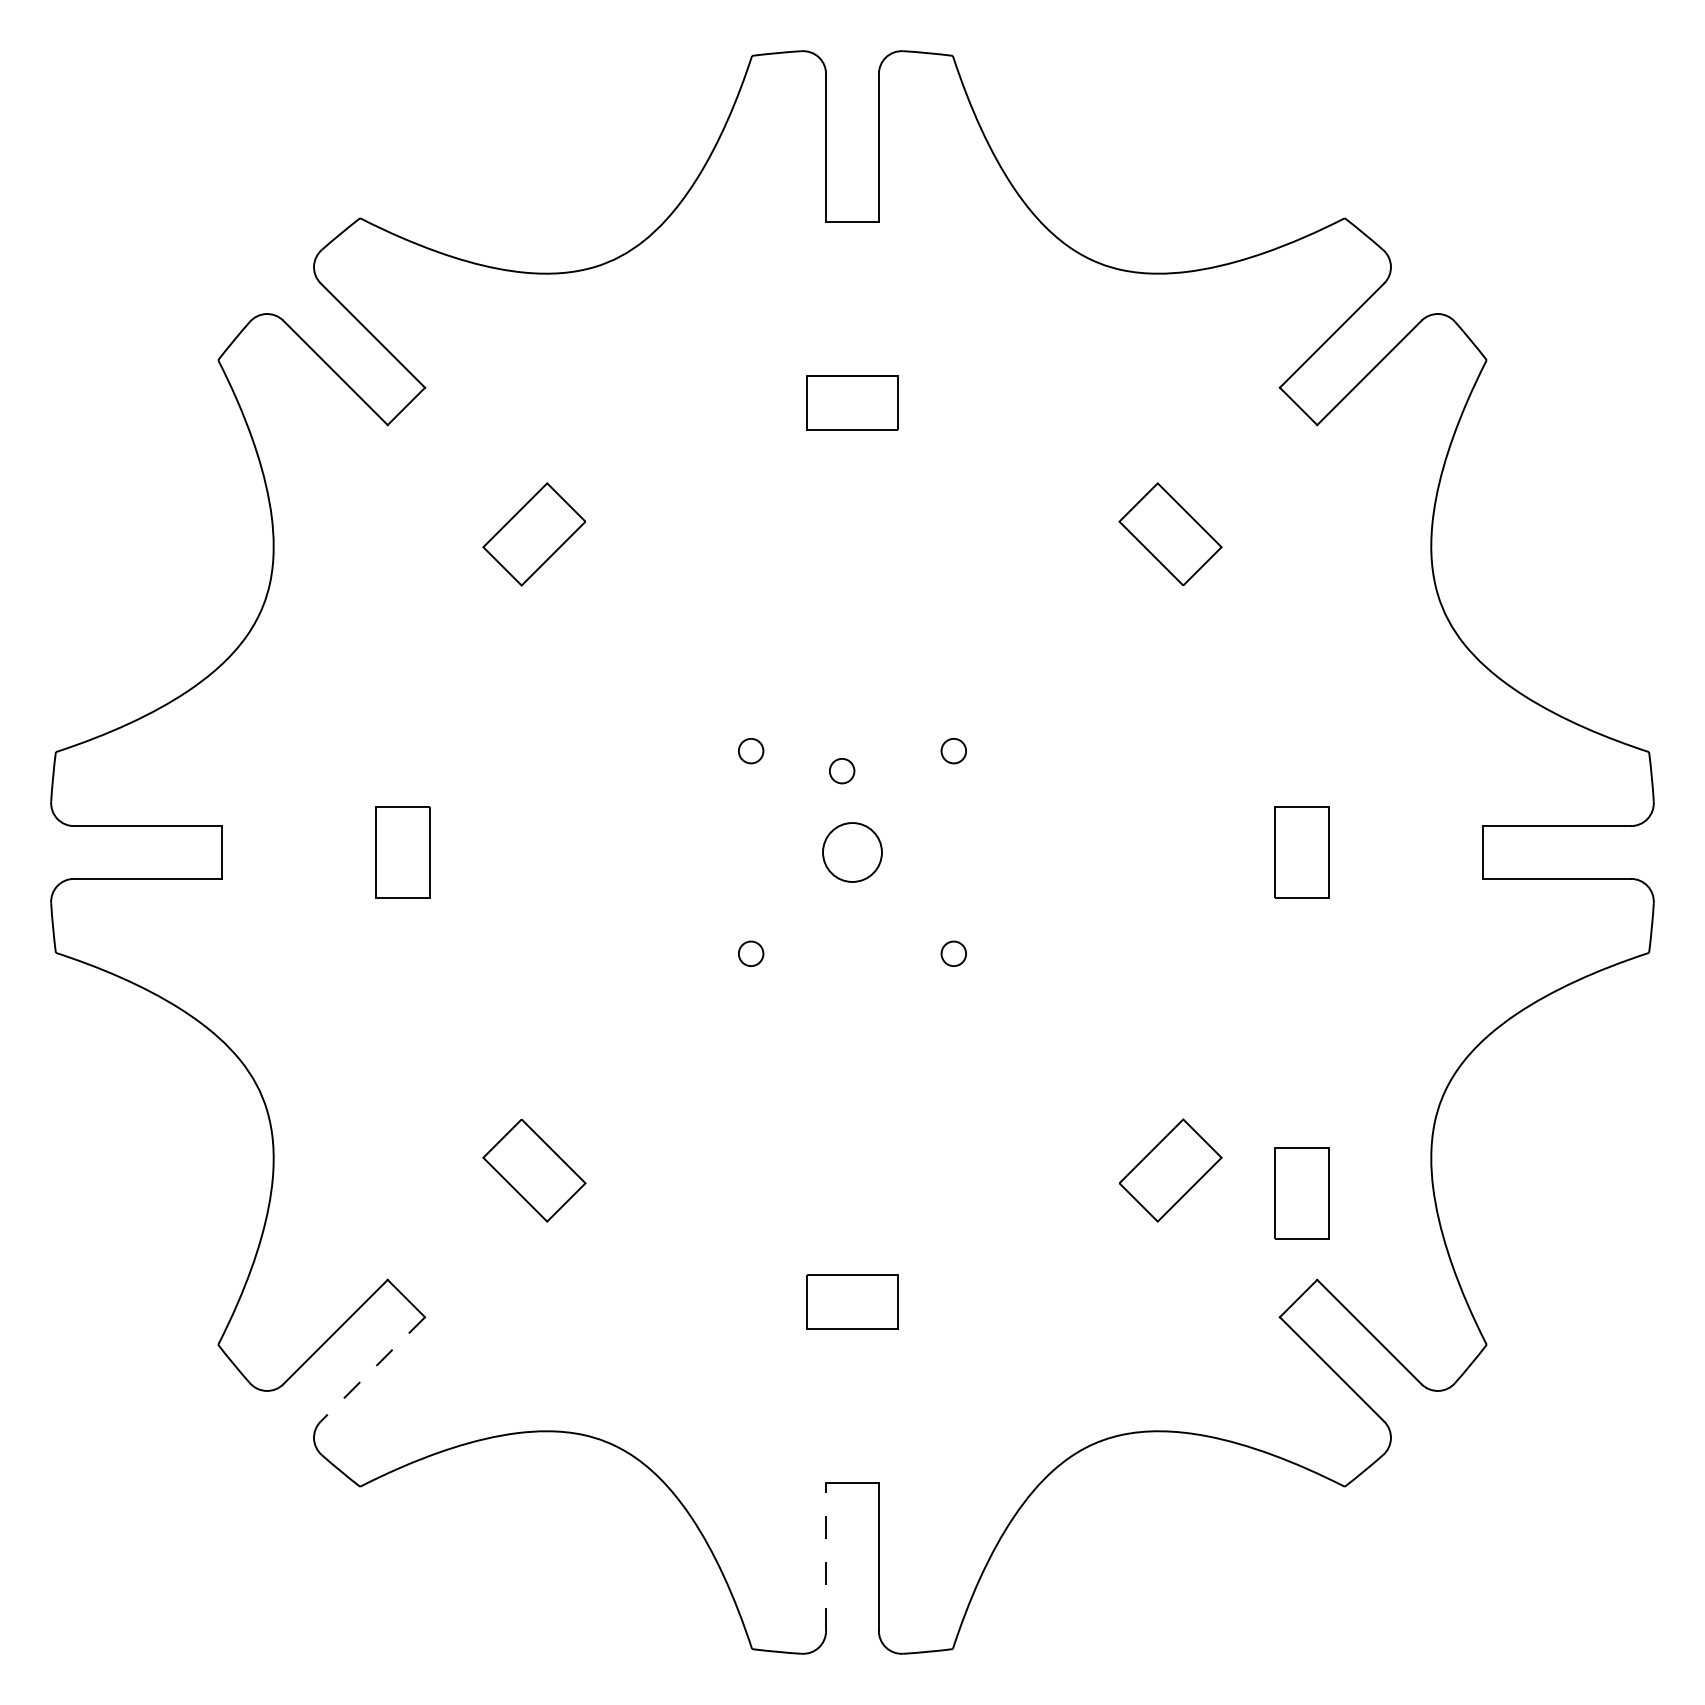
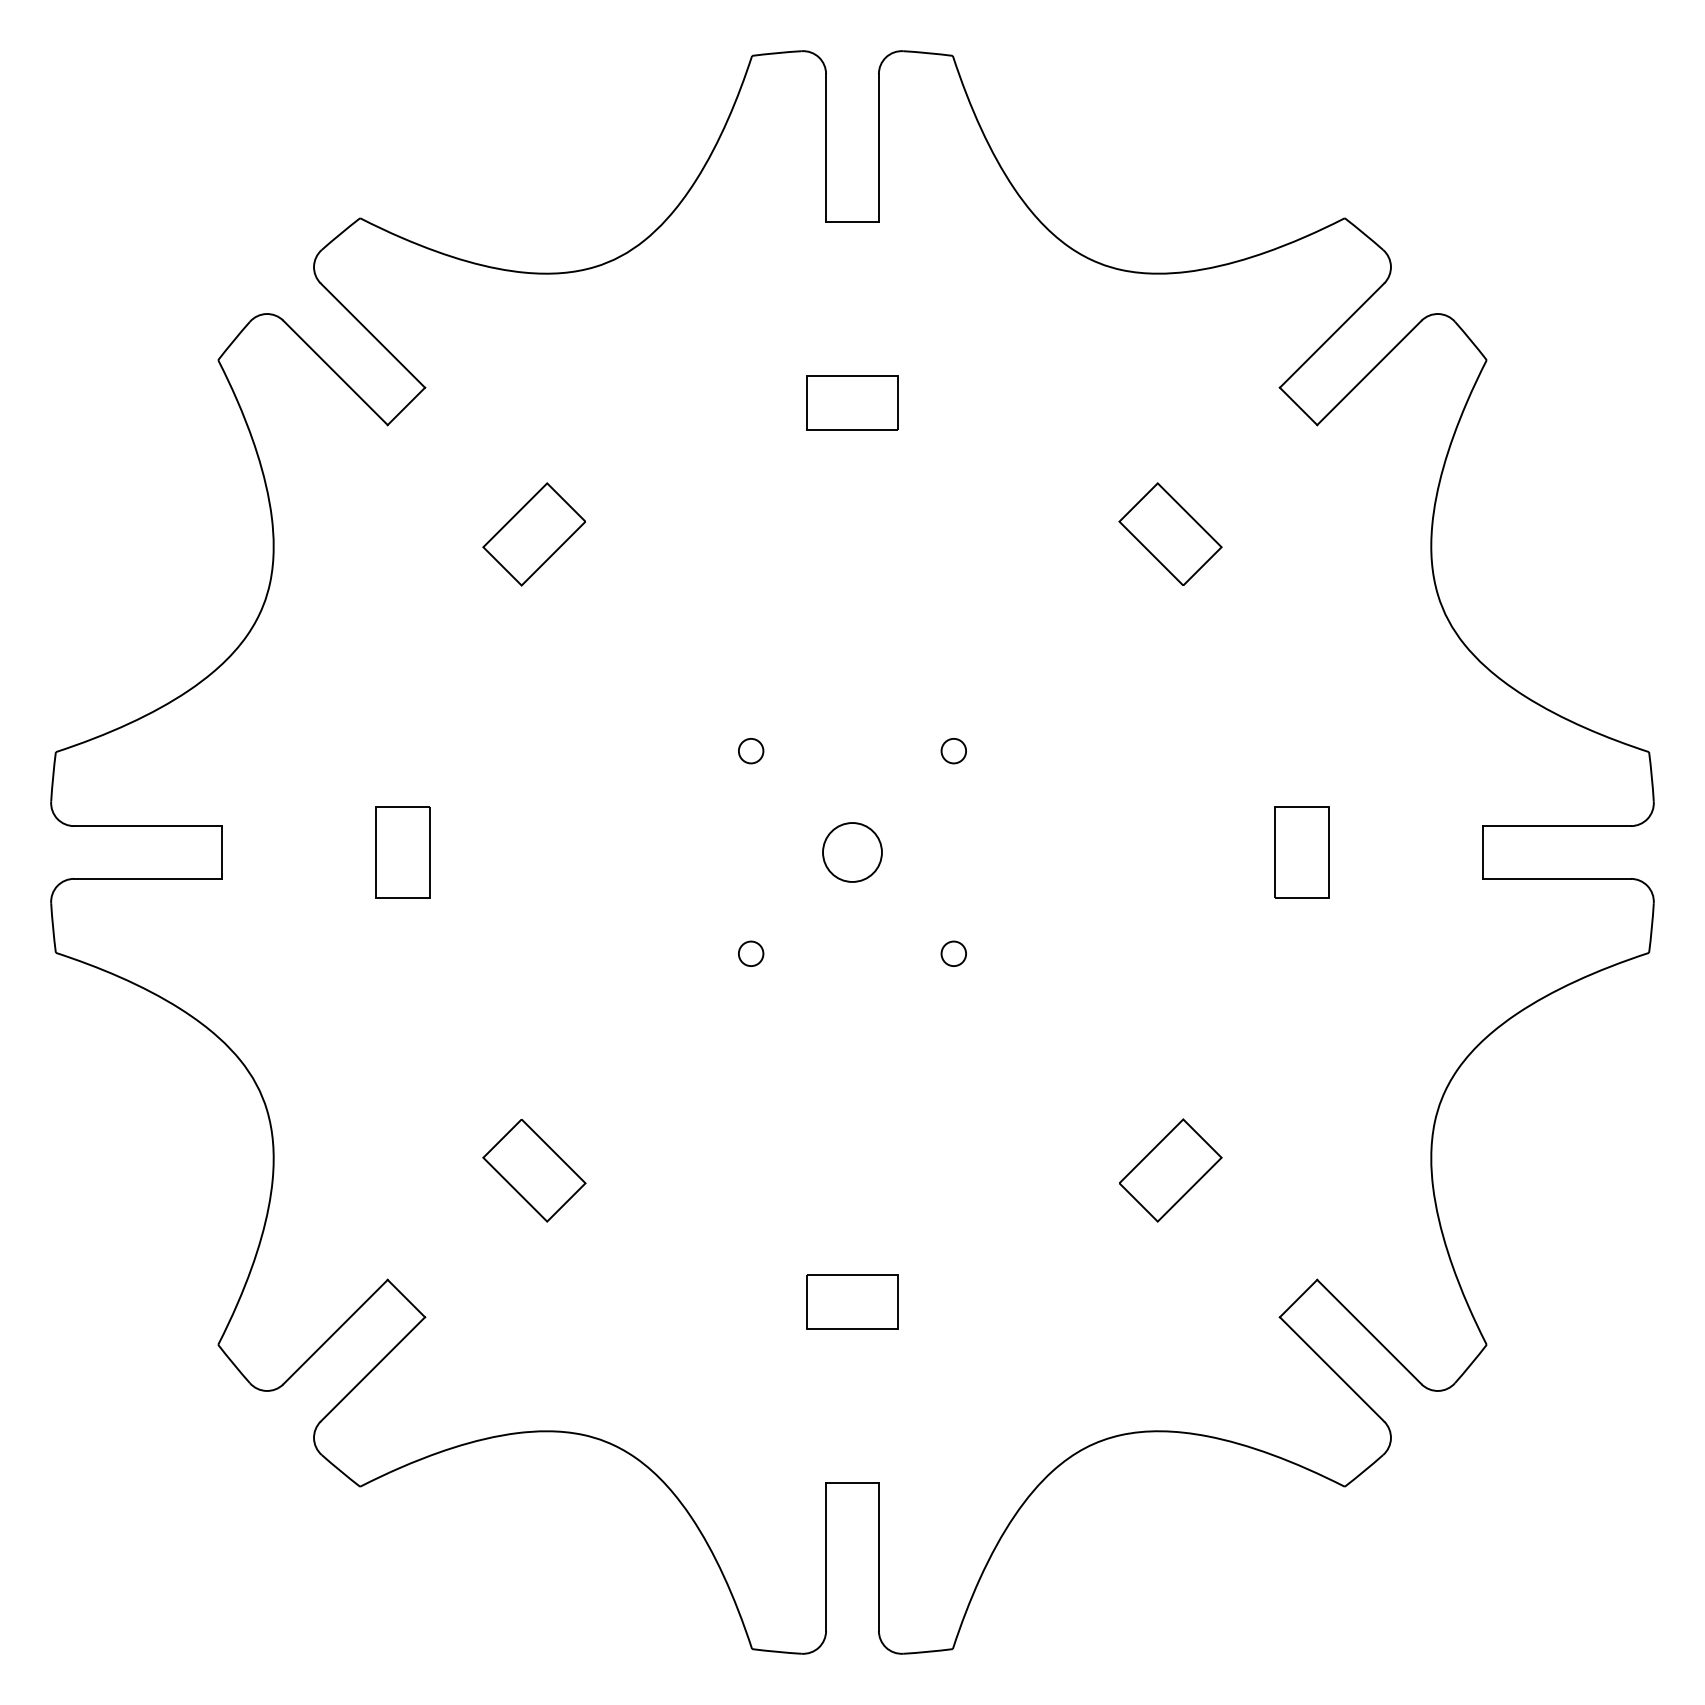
circle at (842, 771): present -> none
part at (1301, 1193): present -> none
line at (372, 1369): dashed -> solid
line at (826, 1557): dashed -> solid
